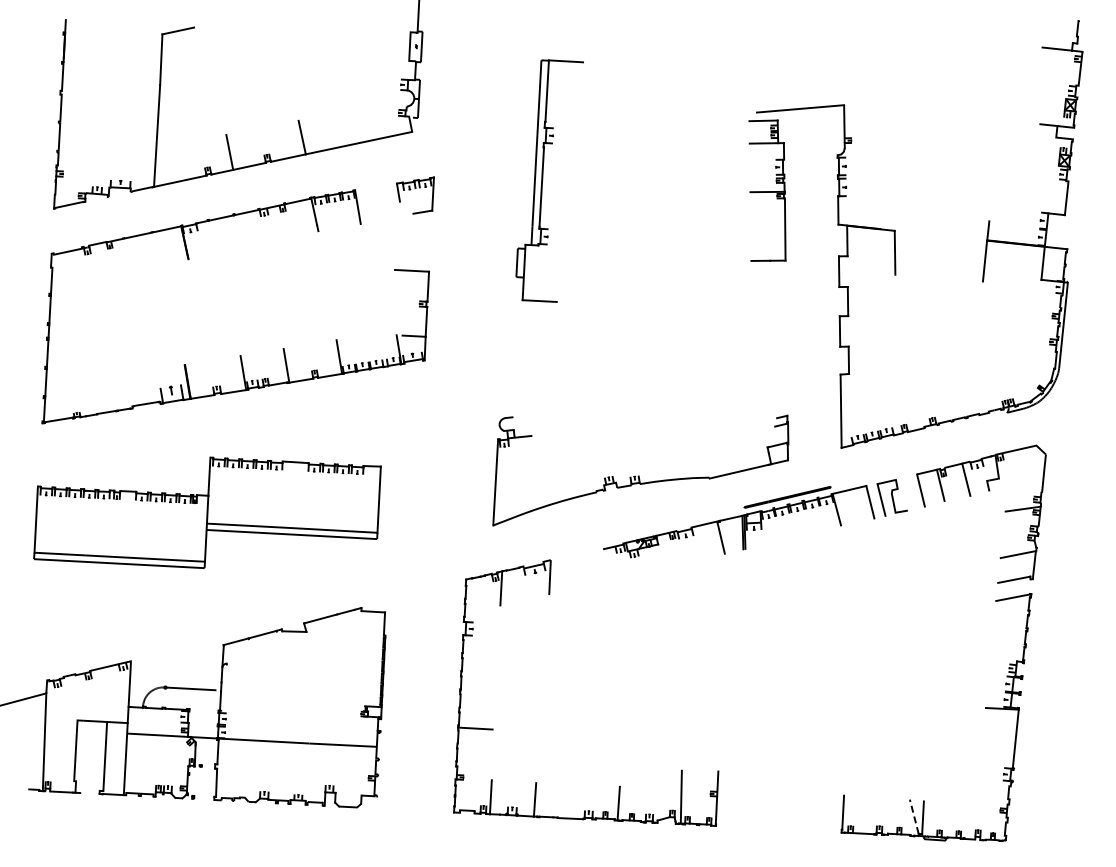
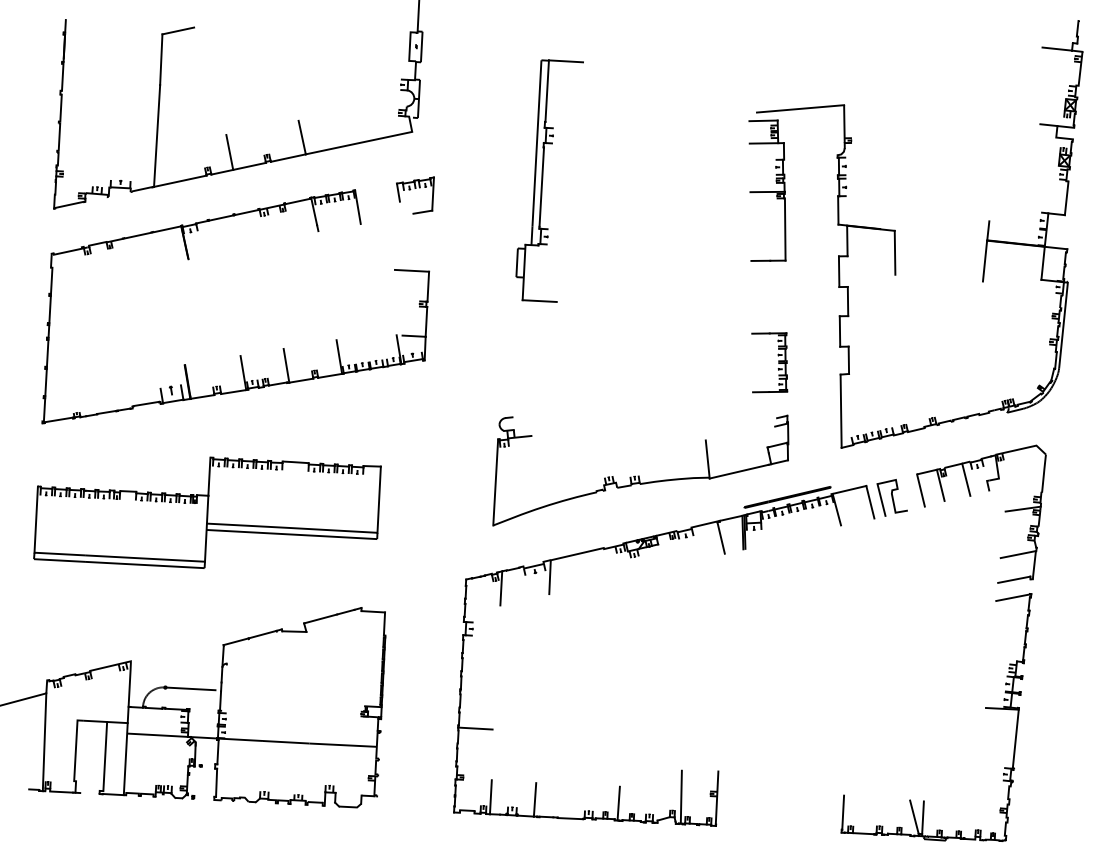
part at (778, 362): none -> present
line at (707, 459): none -> present
line at (576, 554): none -> present
line at (914, 816): dashed -> solid
